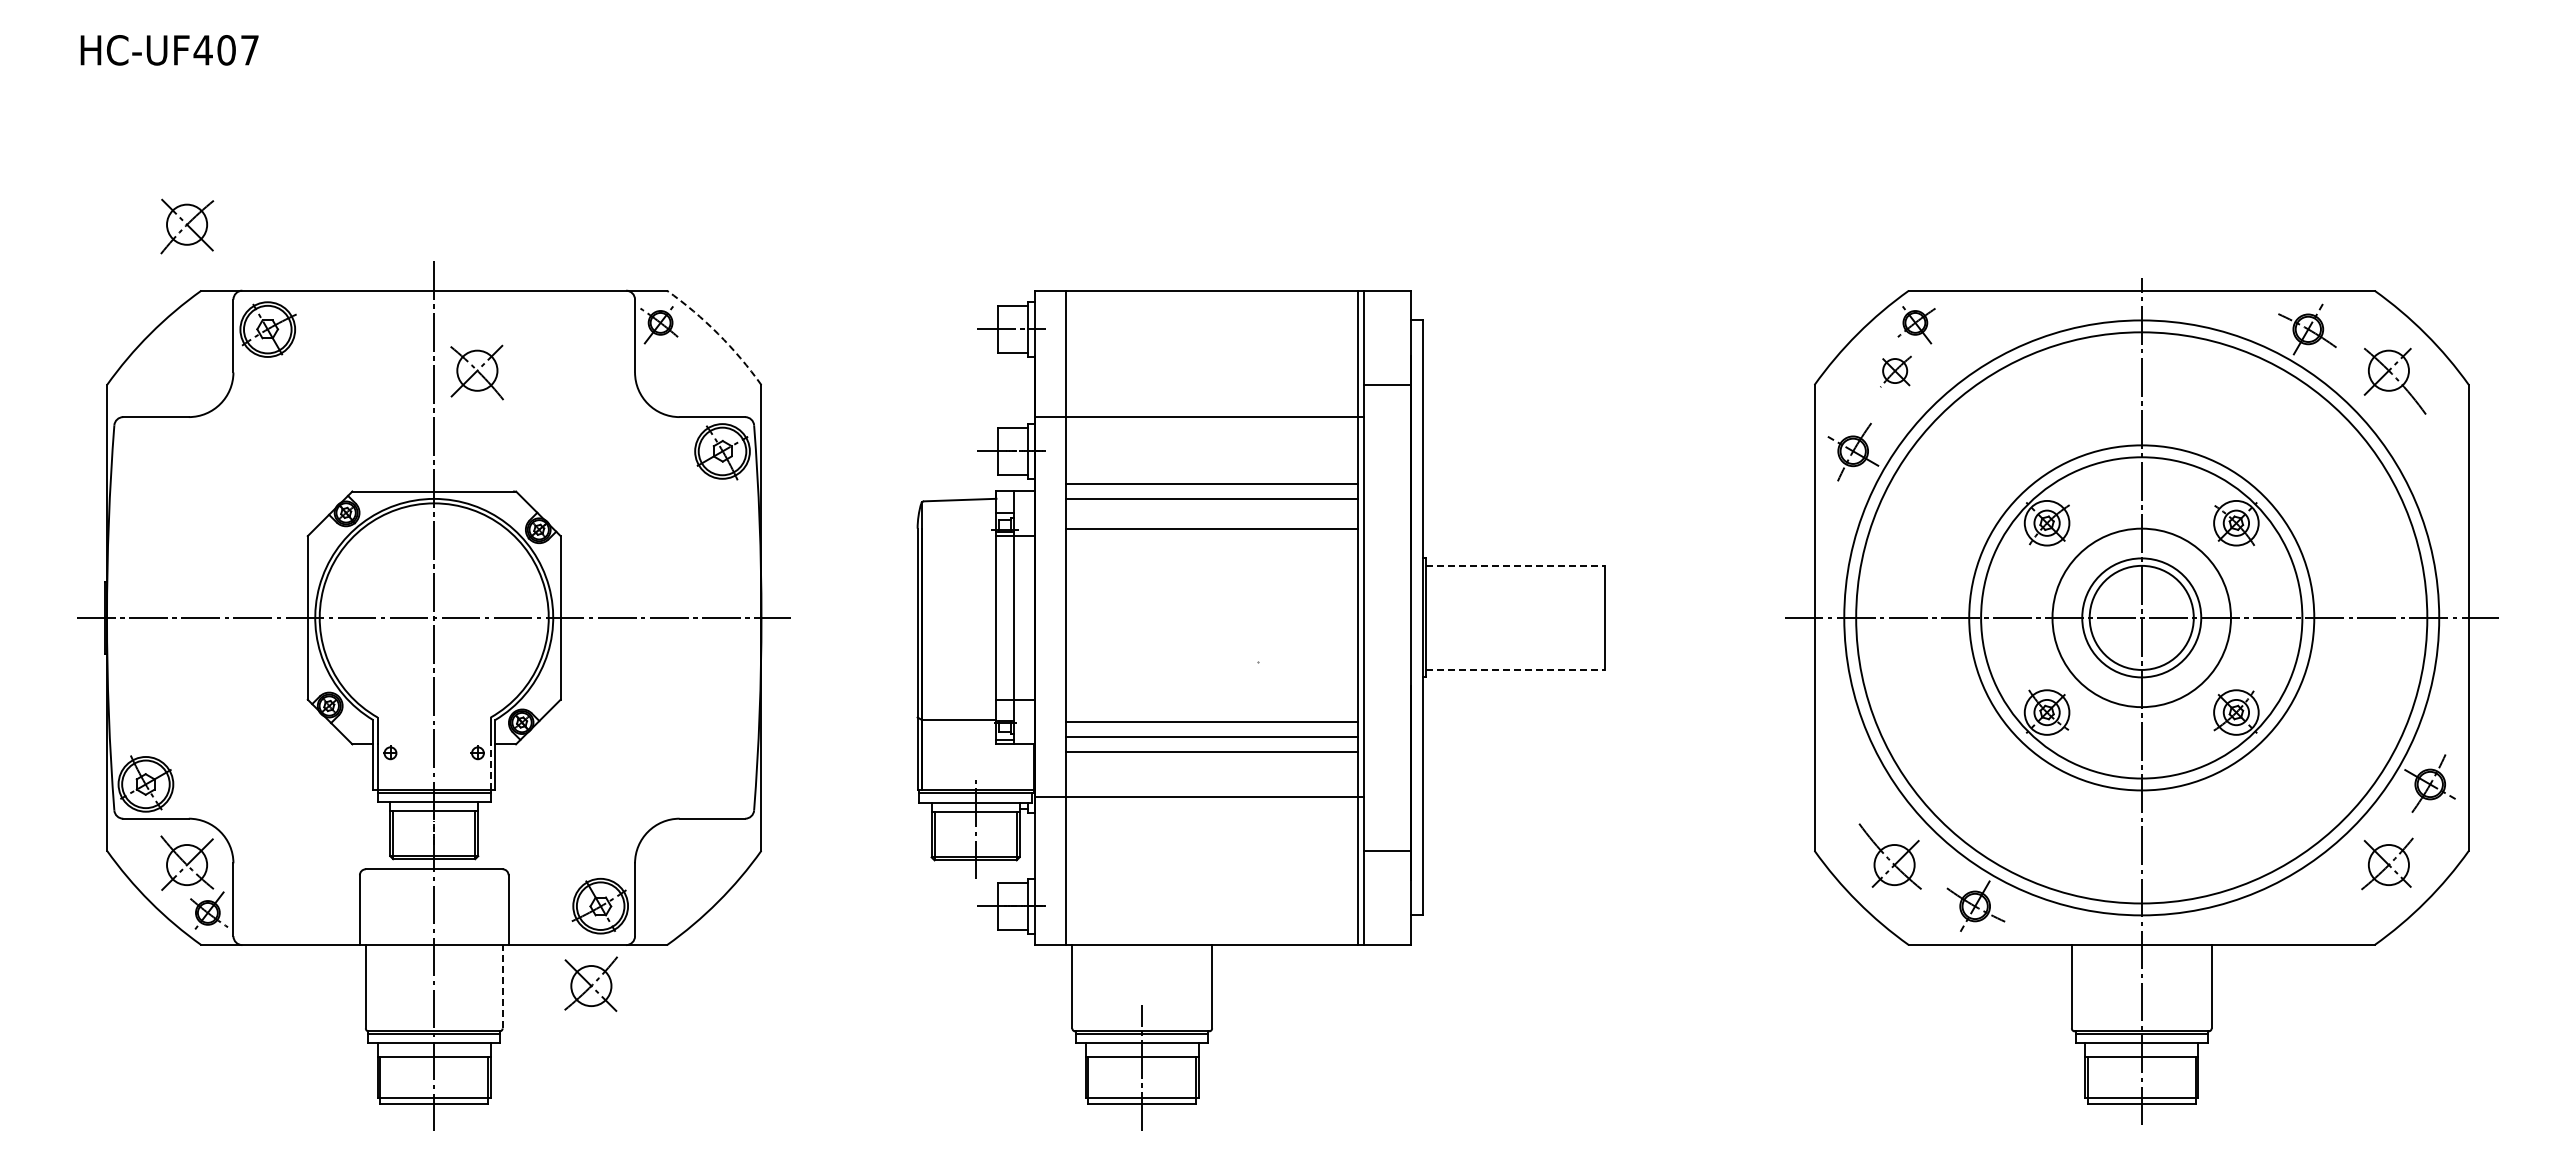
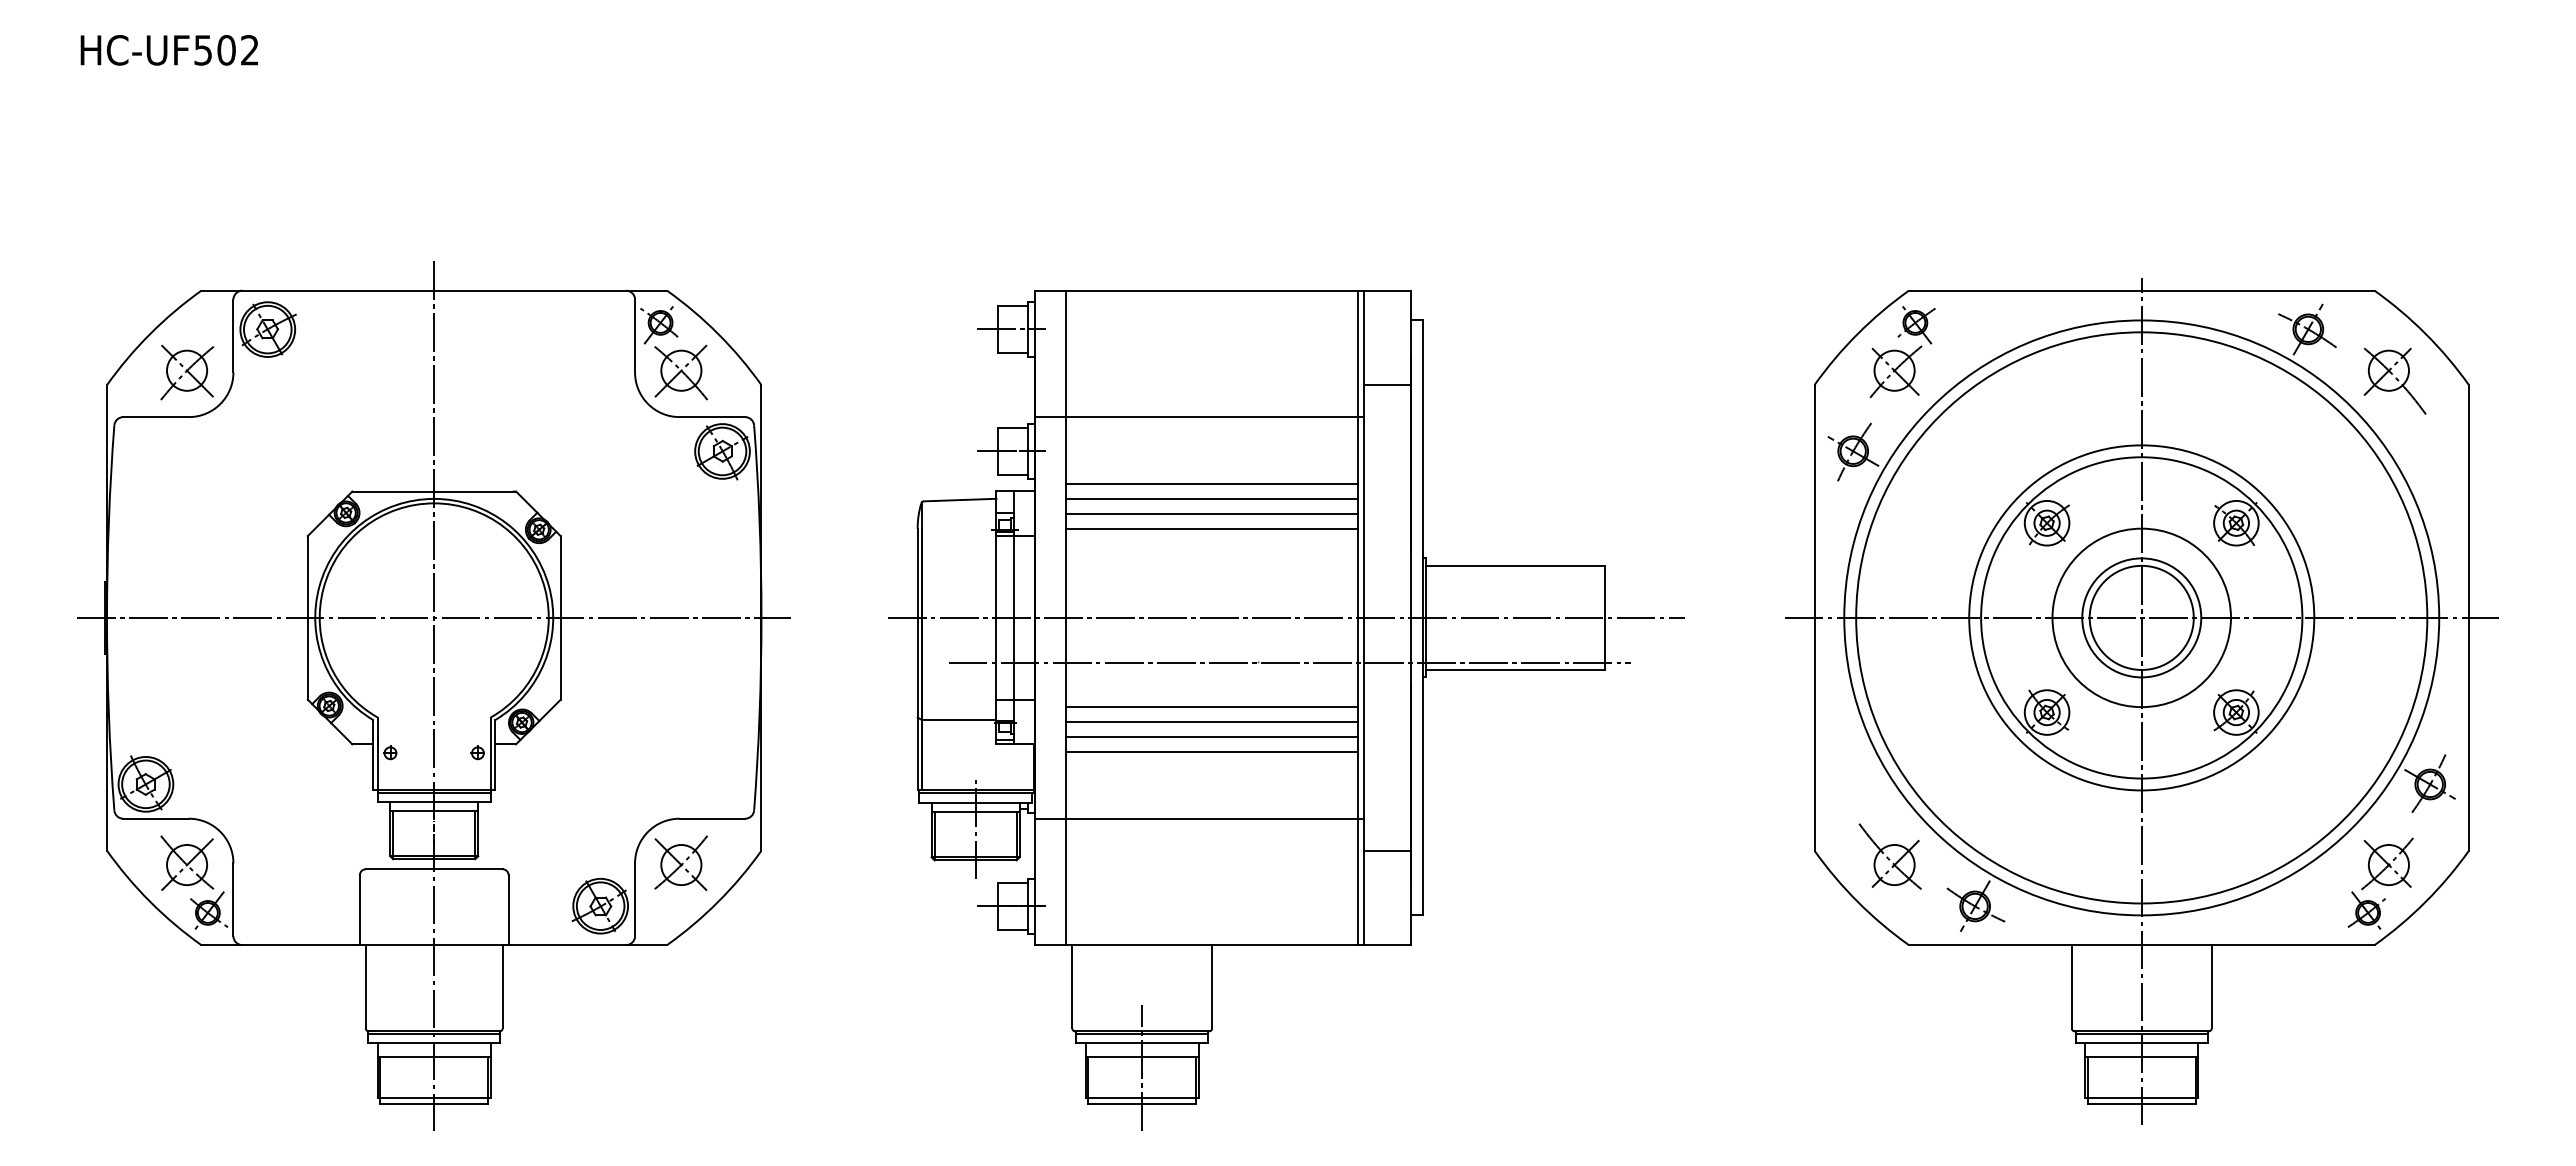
text at (225, 50): HC-UF407 -> HC-UF502
part at (187, 226) position: (187, 226) -> (187, 372)
arc at (718, 333): dashed -> solid
part at (1895, 371) size: 32x33 px -> 54x53 px
part at (476, 372) position: (476, 372) -> (680, 372)
line at (1211, 513): none -> present
line at (1516, 565): dashed -> solid
line at (1286, 617): none -> present
line at (1289, 662): none -> present
line at (1516, 669): dashed -> solid
line at (1211, 707): none -> present
line at (490, 766): dashed -> solid
line at (1199, 796) position: (1199, 796) -> (1199, 818)
part at (2366, 910): none -> present
part at (590, 983) position: (590, 983) -> (680, 862)
line at (502, 986): dashed -> solid
